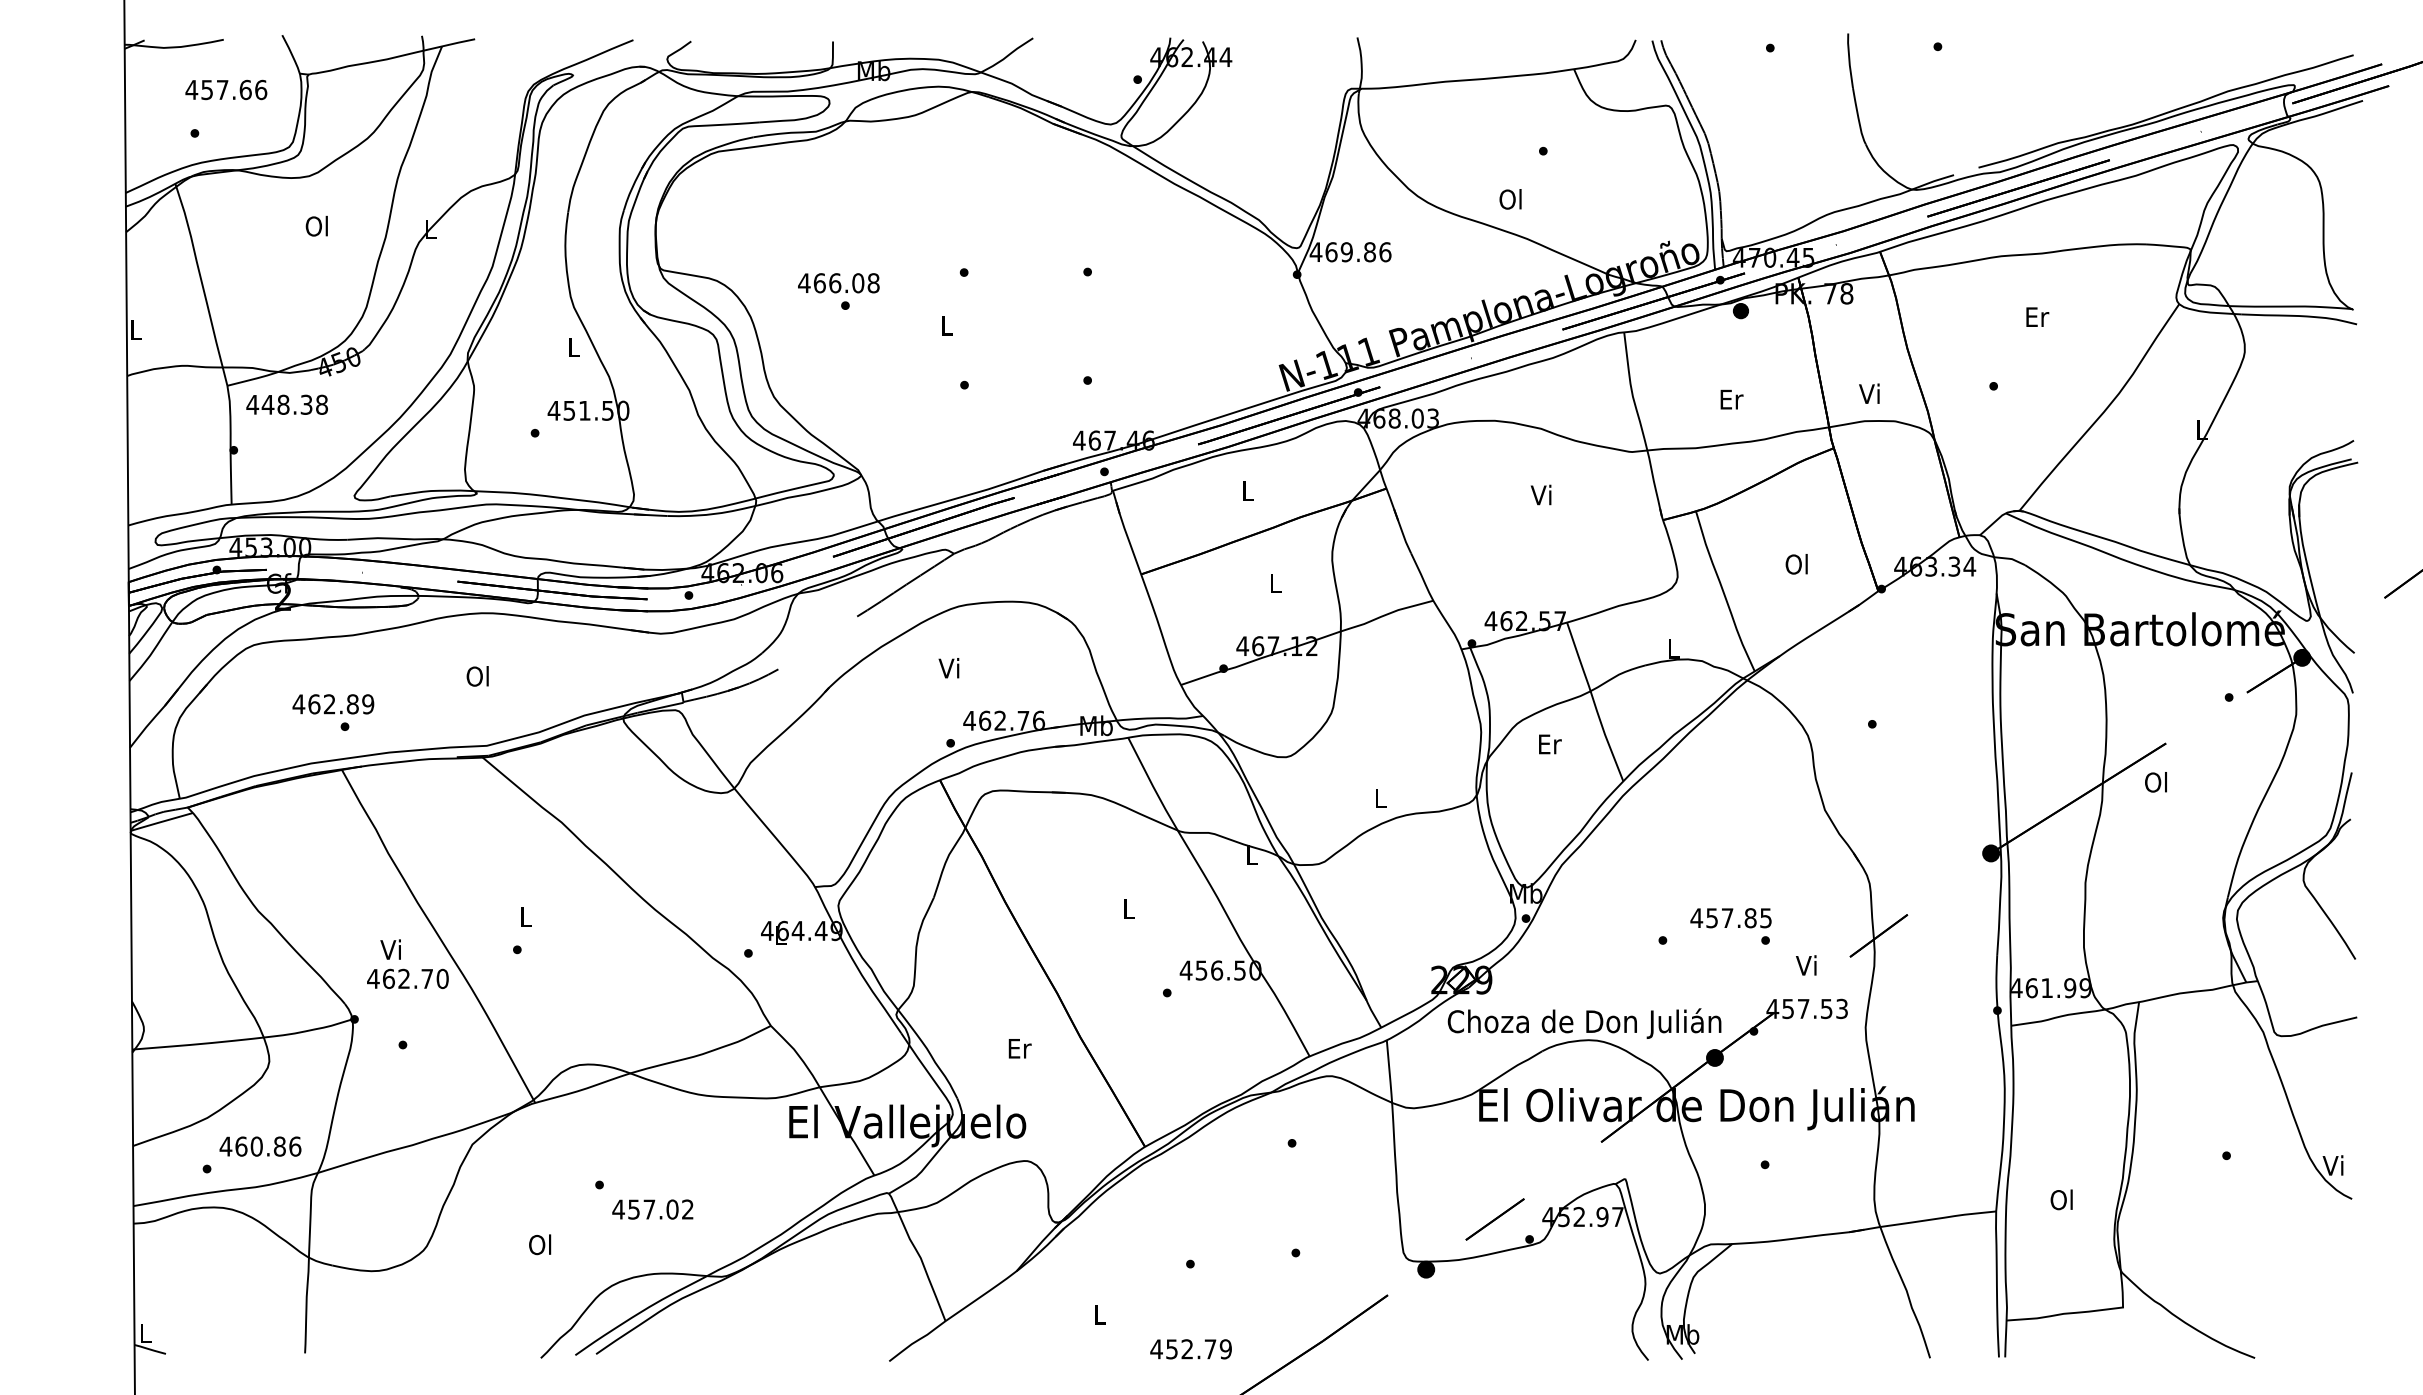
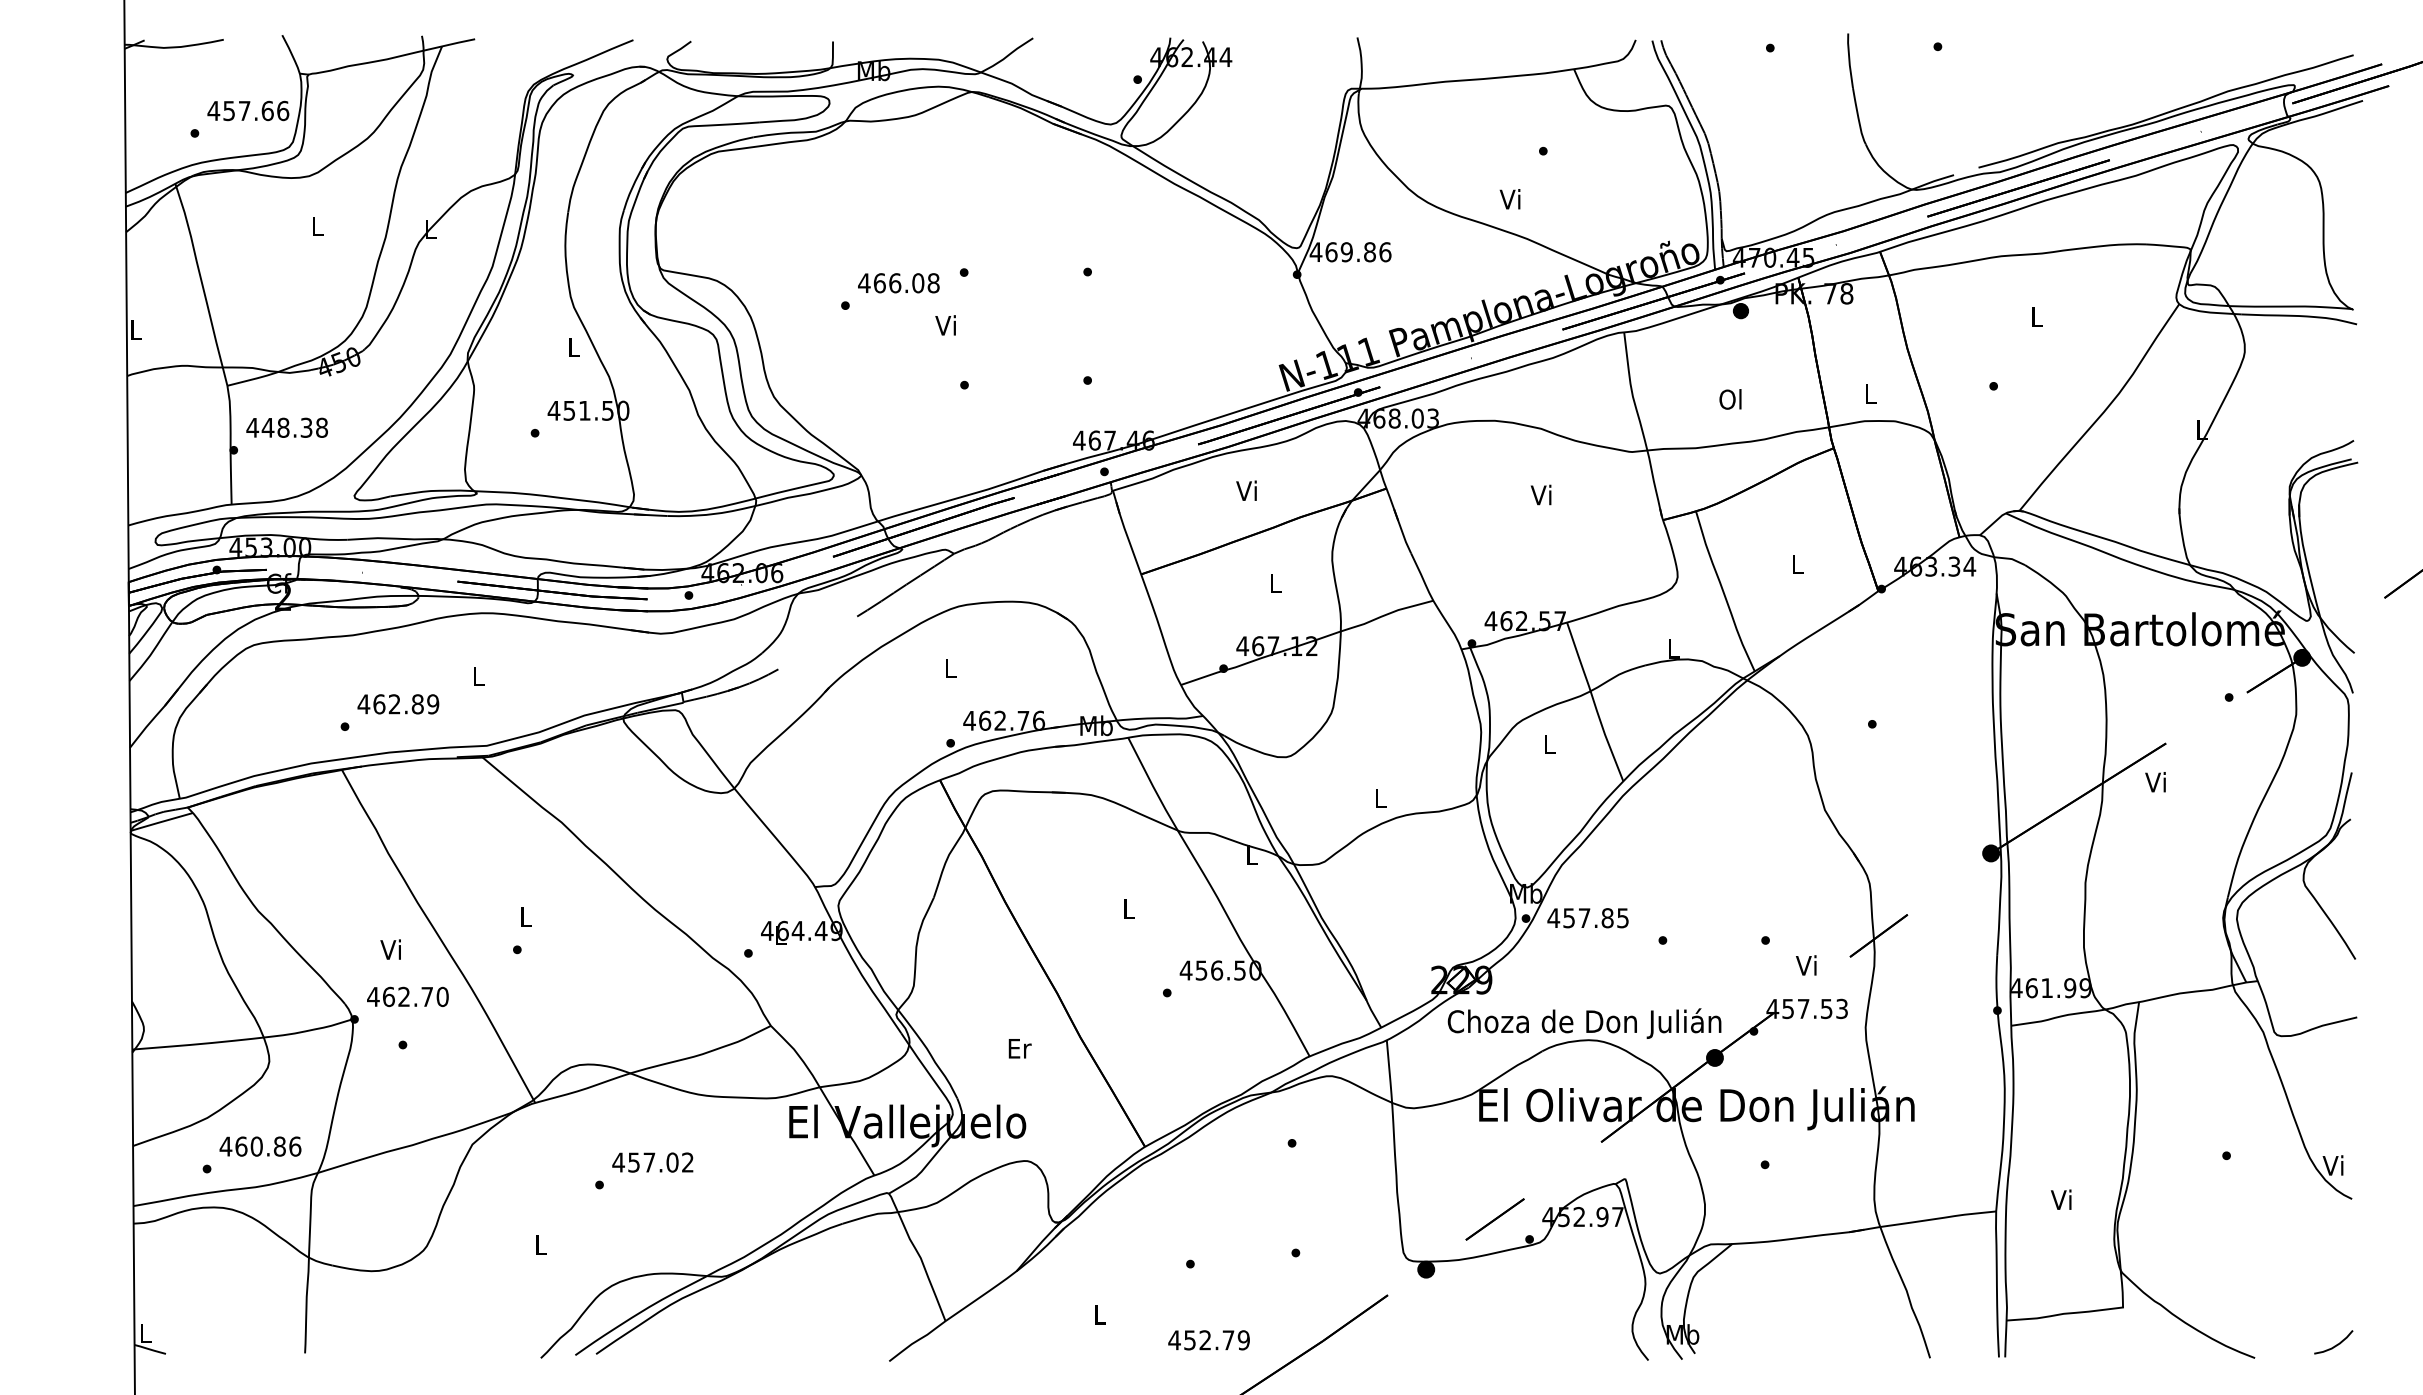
text at (226, 89) position: (226, 89) -> (248, 110)
text at (1510, 199): Ol -> Vi
text at (316, 225): Ol -> L
text at (838, 283) position: (838, 283) -> (898, 283)
text at (2037, 316): Er -> L
text at (945, 325): L -> Vi
text at (1869, 393): Vi -> L
text at (1731, 399): Er -> Ol
text at (286, 404) position: (286, 404) -> (286, 427)
text at (1246, 490): L -> Vi
text at (1796, 564): Ol -> L
text at (948, 668): Vi -> L
text at (477, 676): Ol -> L
text at (333, 704) position: (333, 704) -> (398, 704)
text at (1550, 744): Er -> L
text at (2155, 782): Ol -> Vi
text at (1730, 918) position: (1730, 918) -> (1587, 918)
text at (407, 978) position: (407, 978) -> (407, 996)
text at (2061, 1199): Ol -> Vi
text at (652, 1209) position: (652, 1209) -> (652, 1162)
text at (540, 1244): Ol -> L
curve at (2334, 1345): none -> present
text at (1190, 1349) position: (1190, 1349) -> (1208, 1340)
